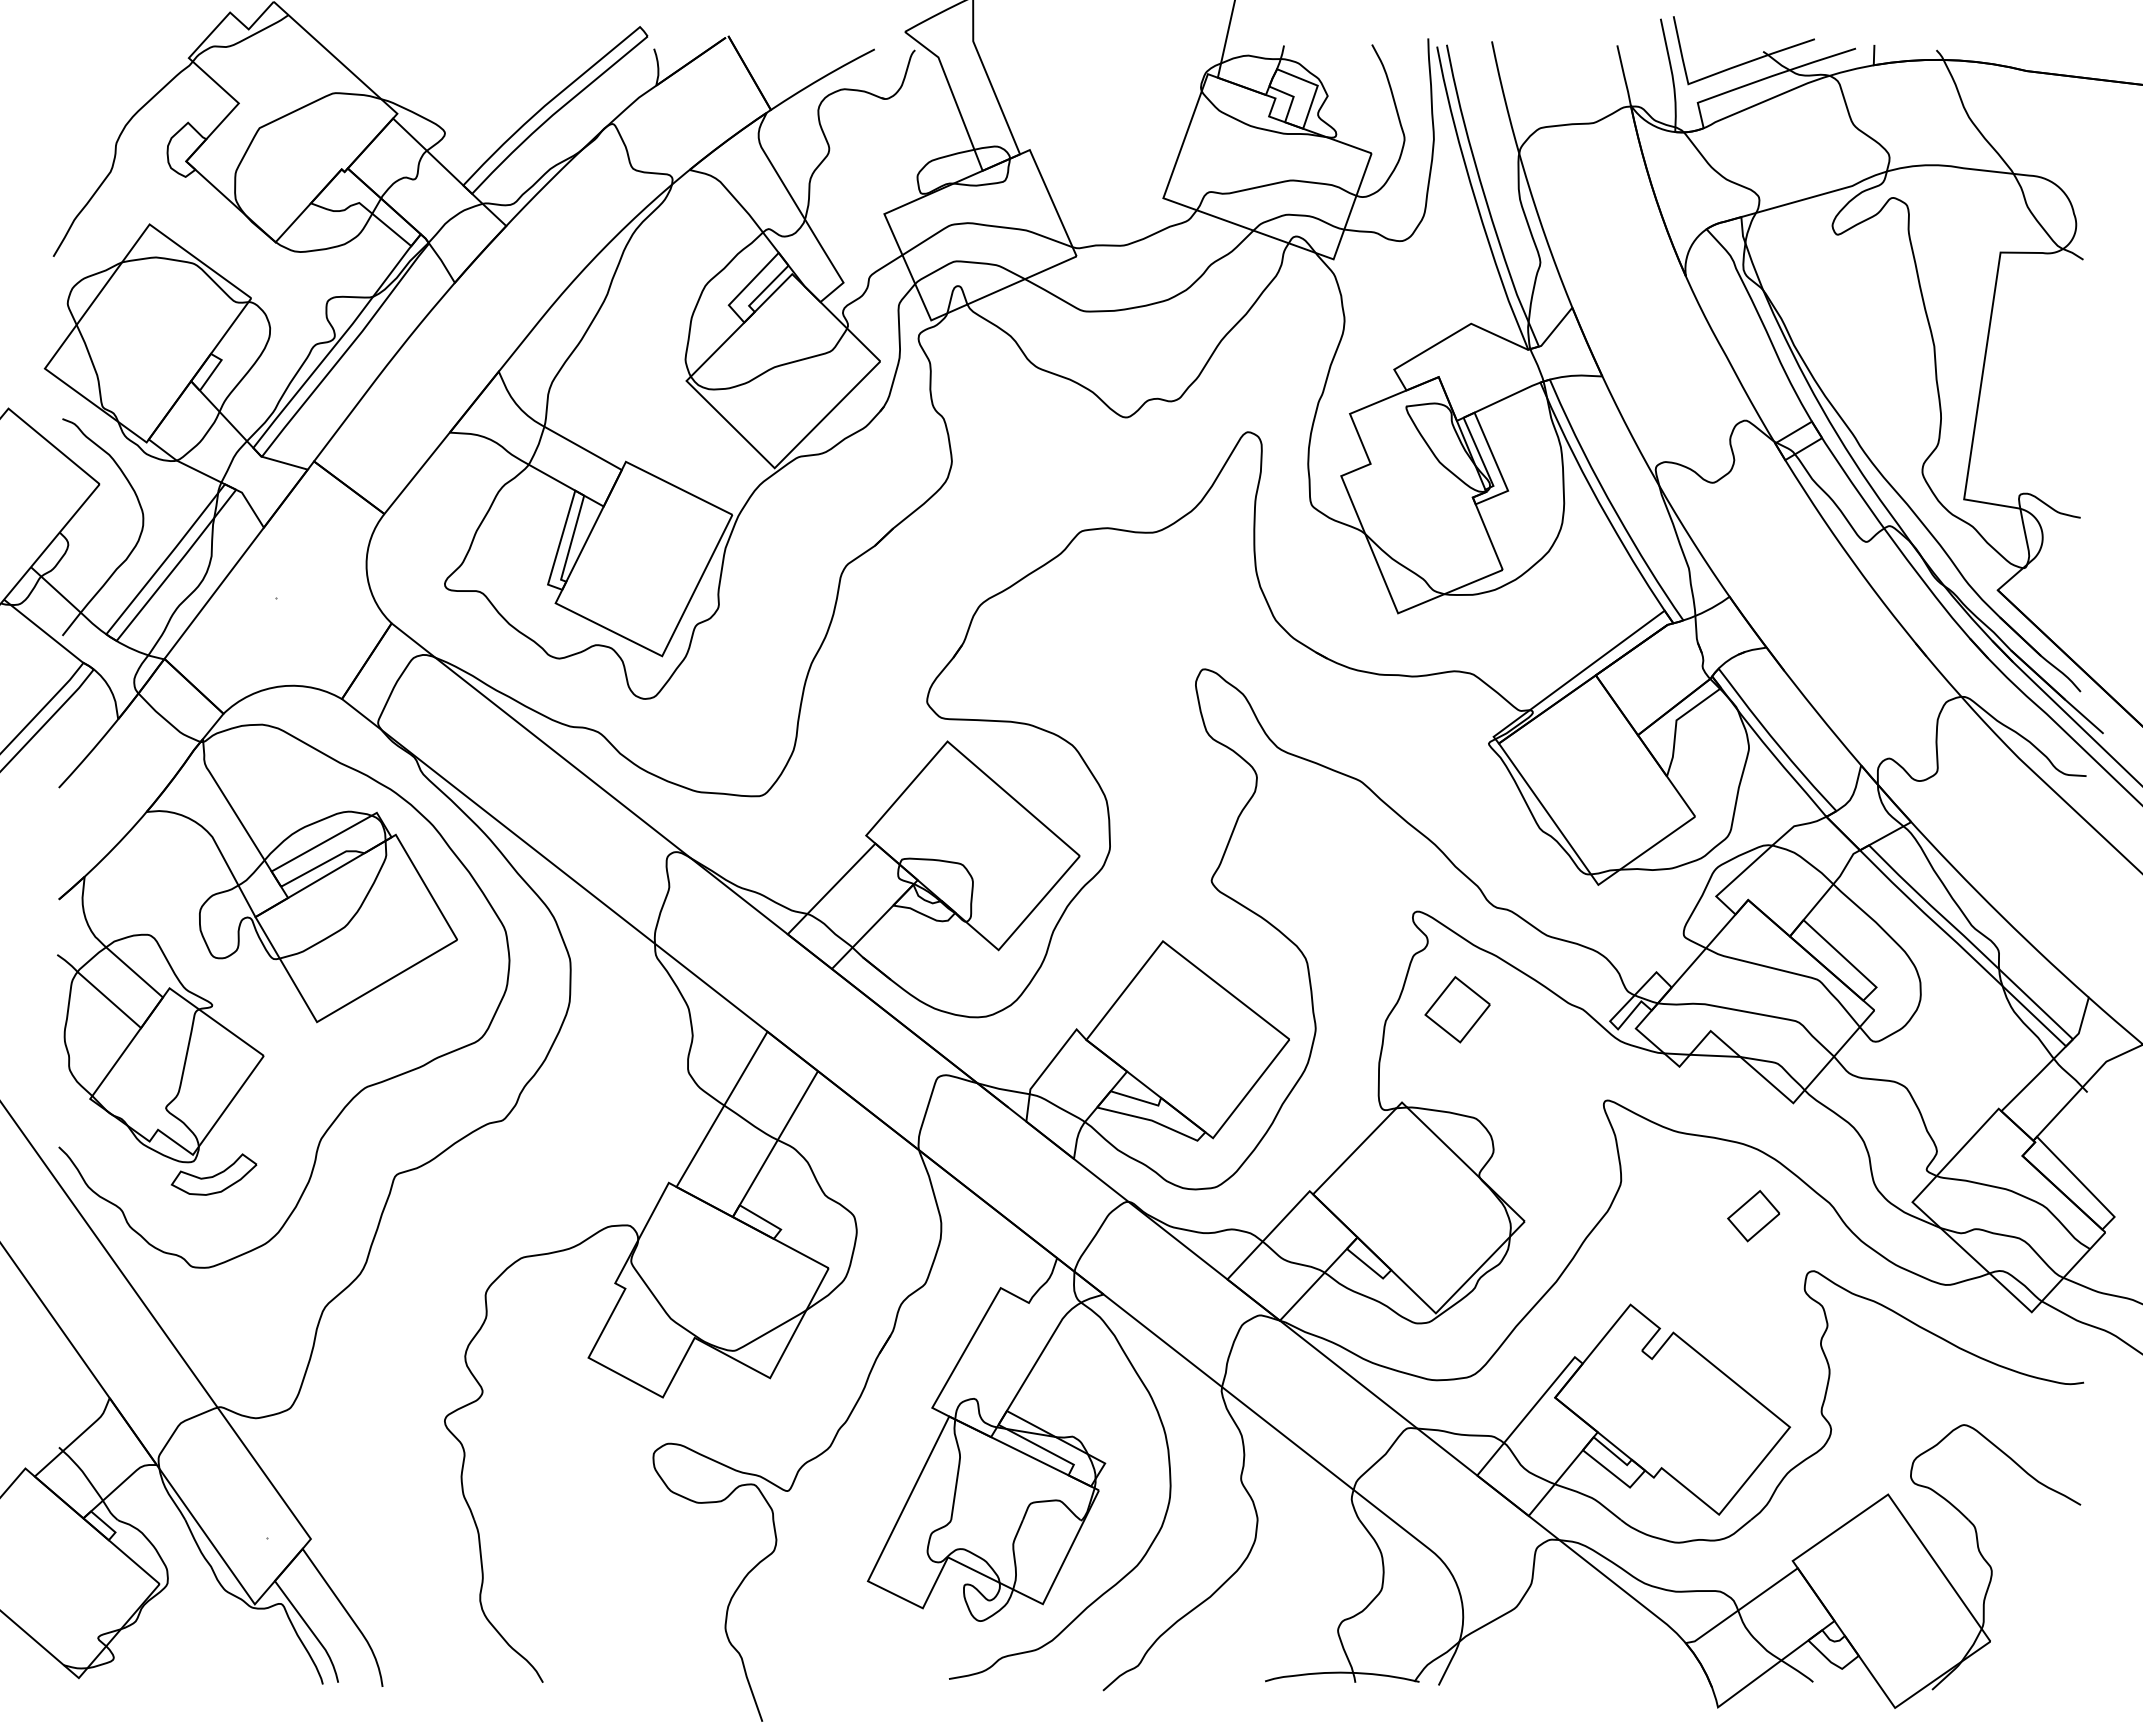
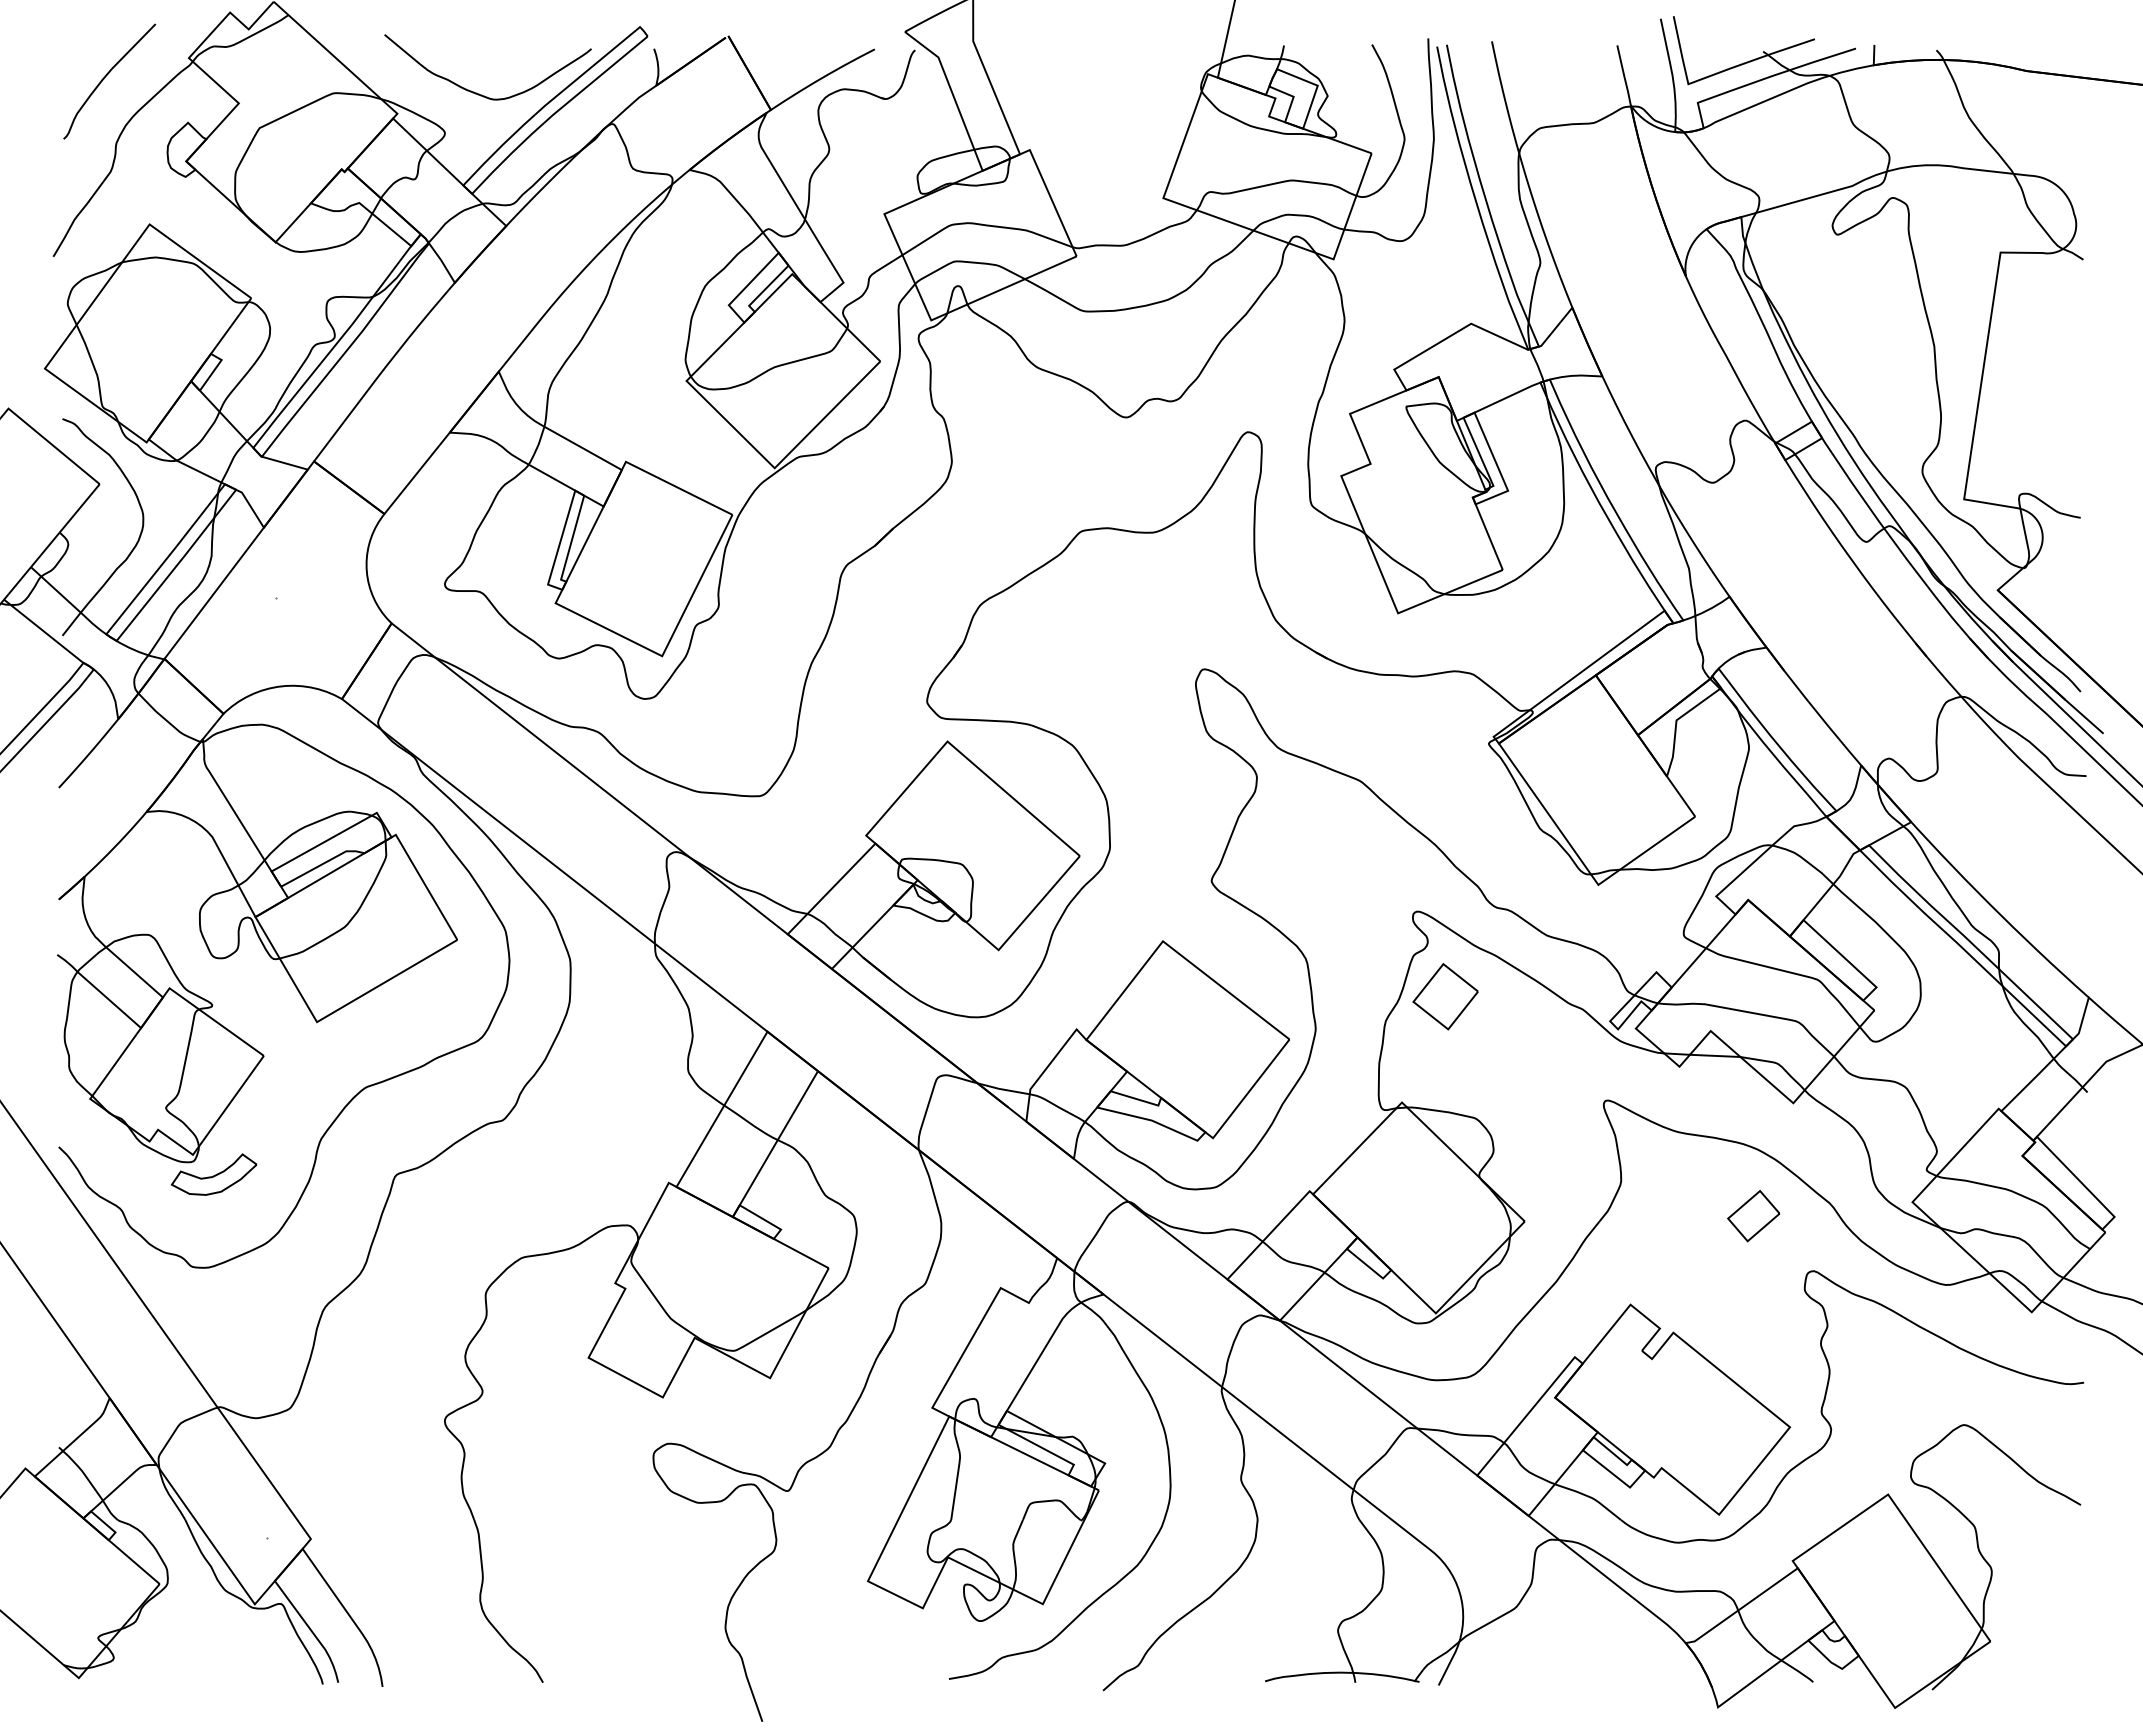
curve at (104, 79): none -> present
curve at (479, 93): none -> present
part at (1457, 1009) position: (1457, 1009) -> (1445, 996)
